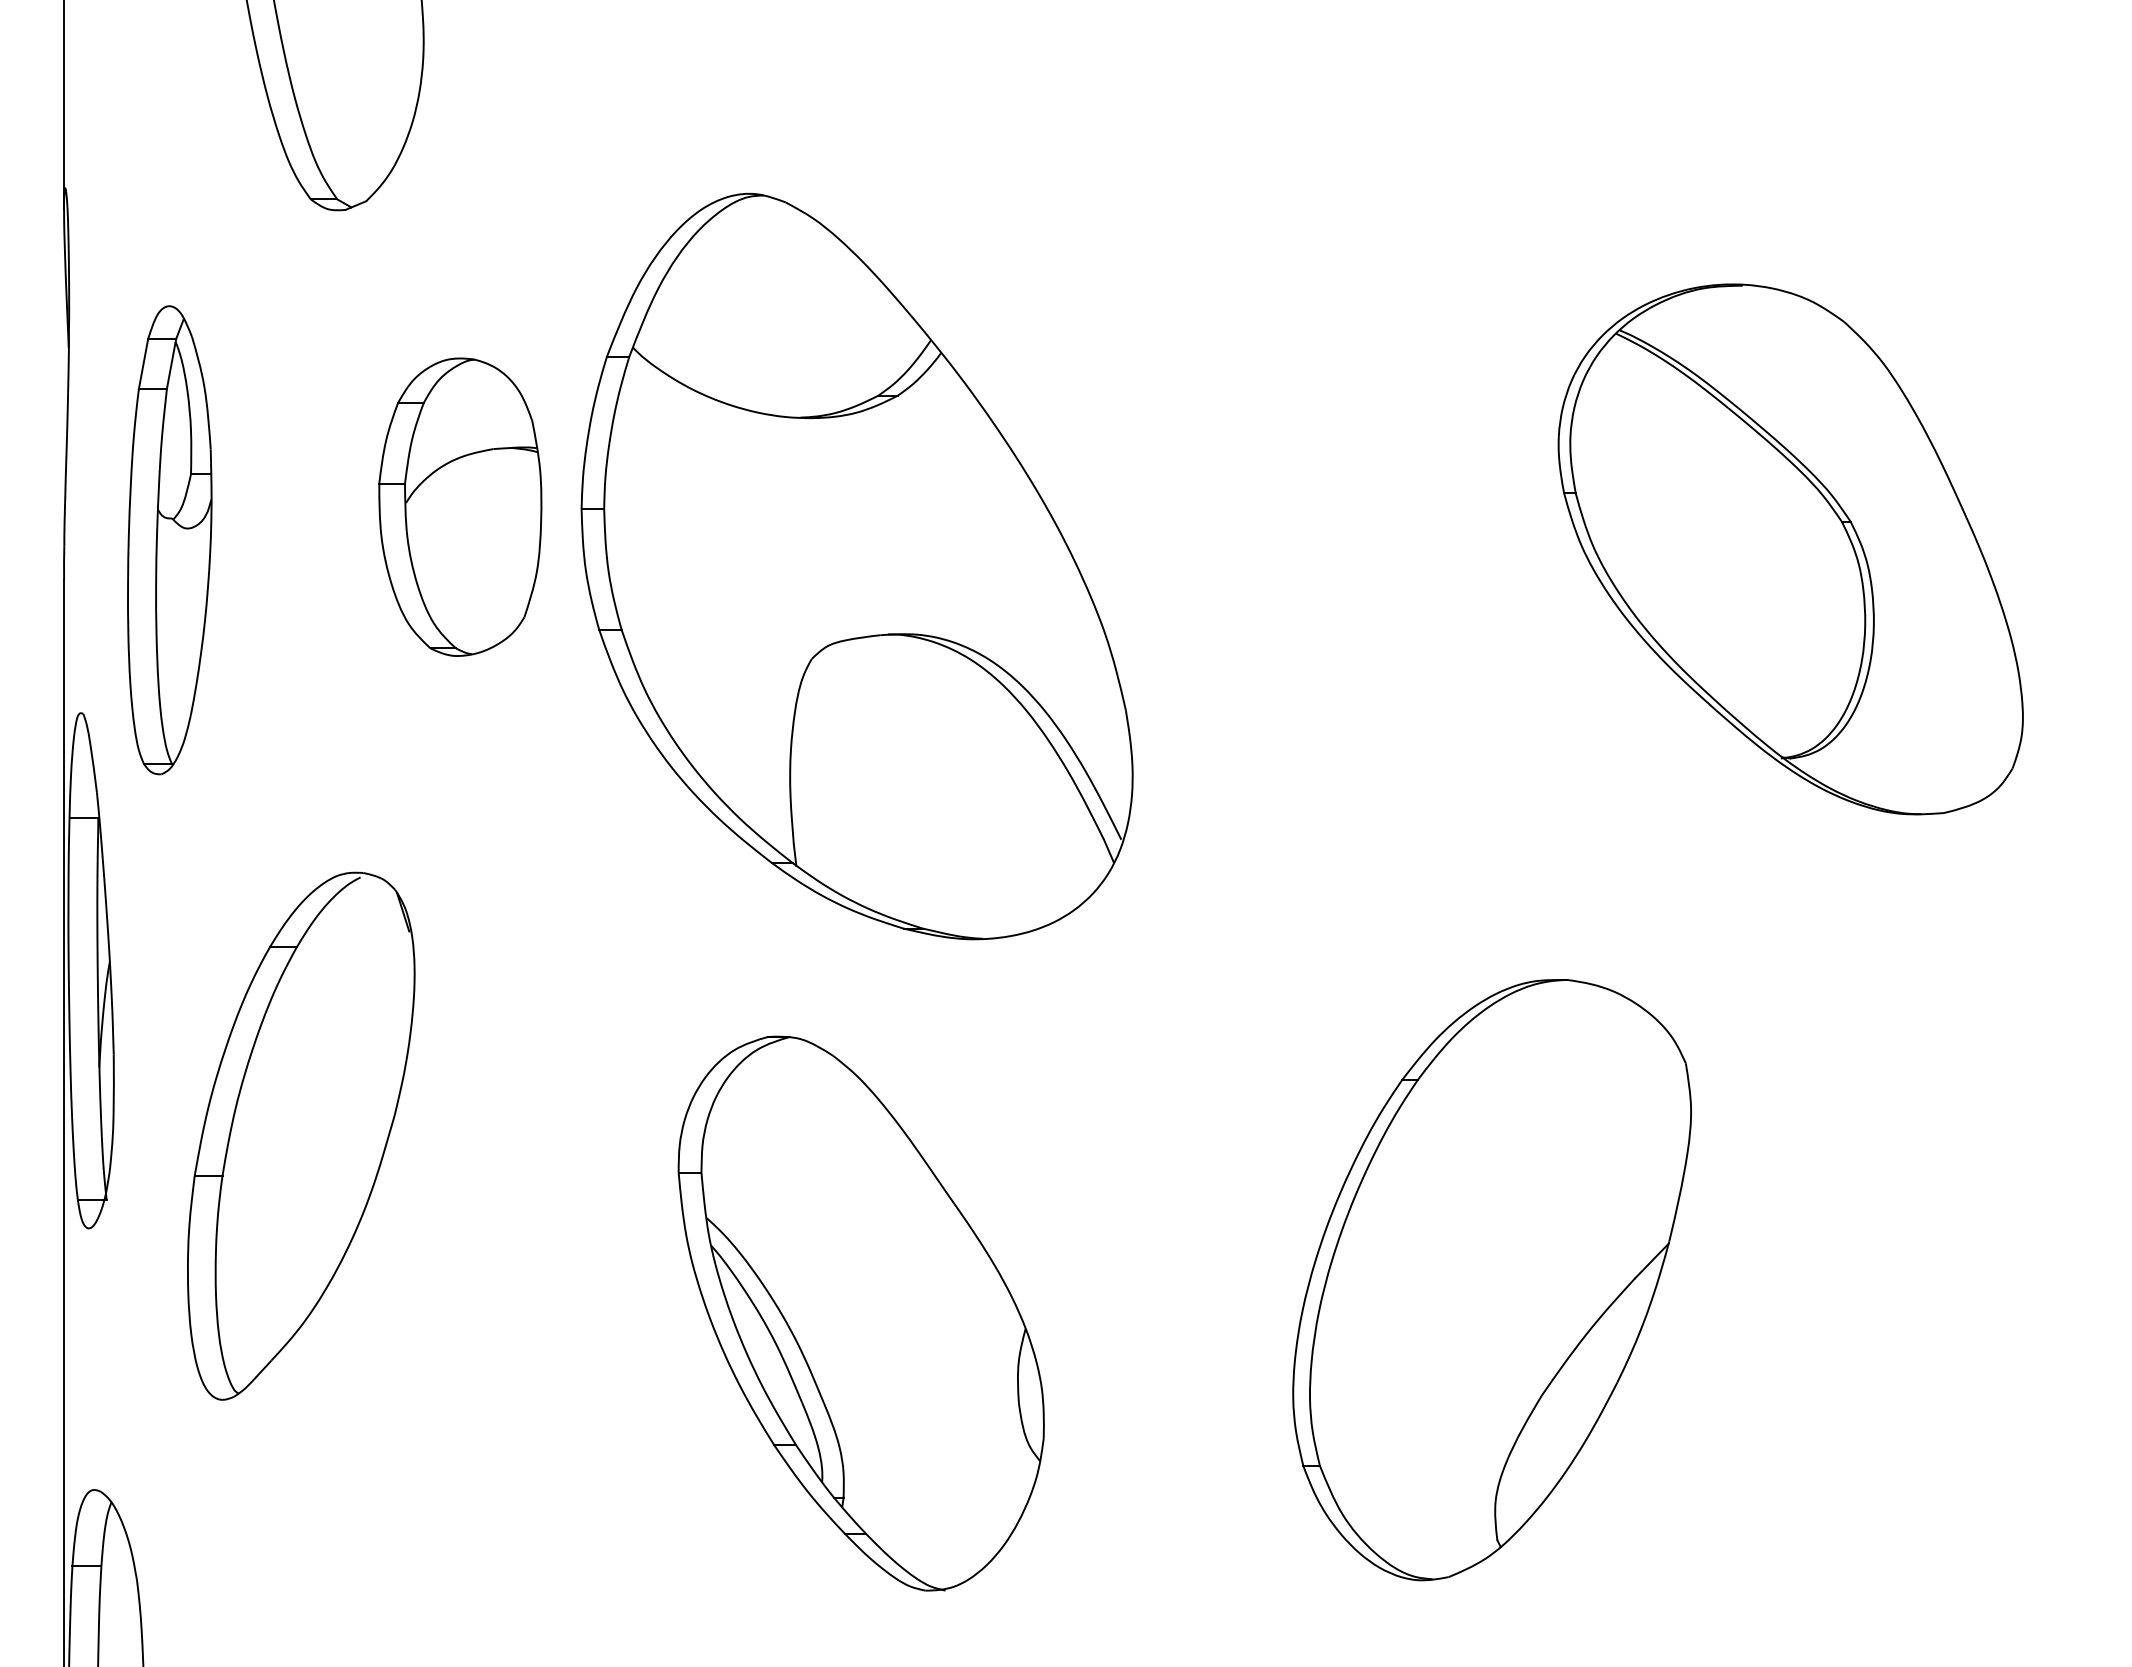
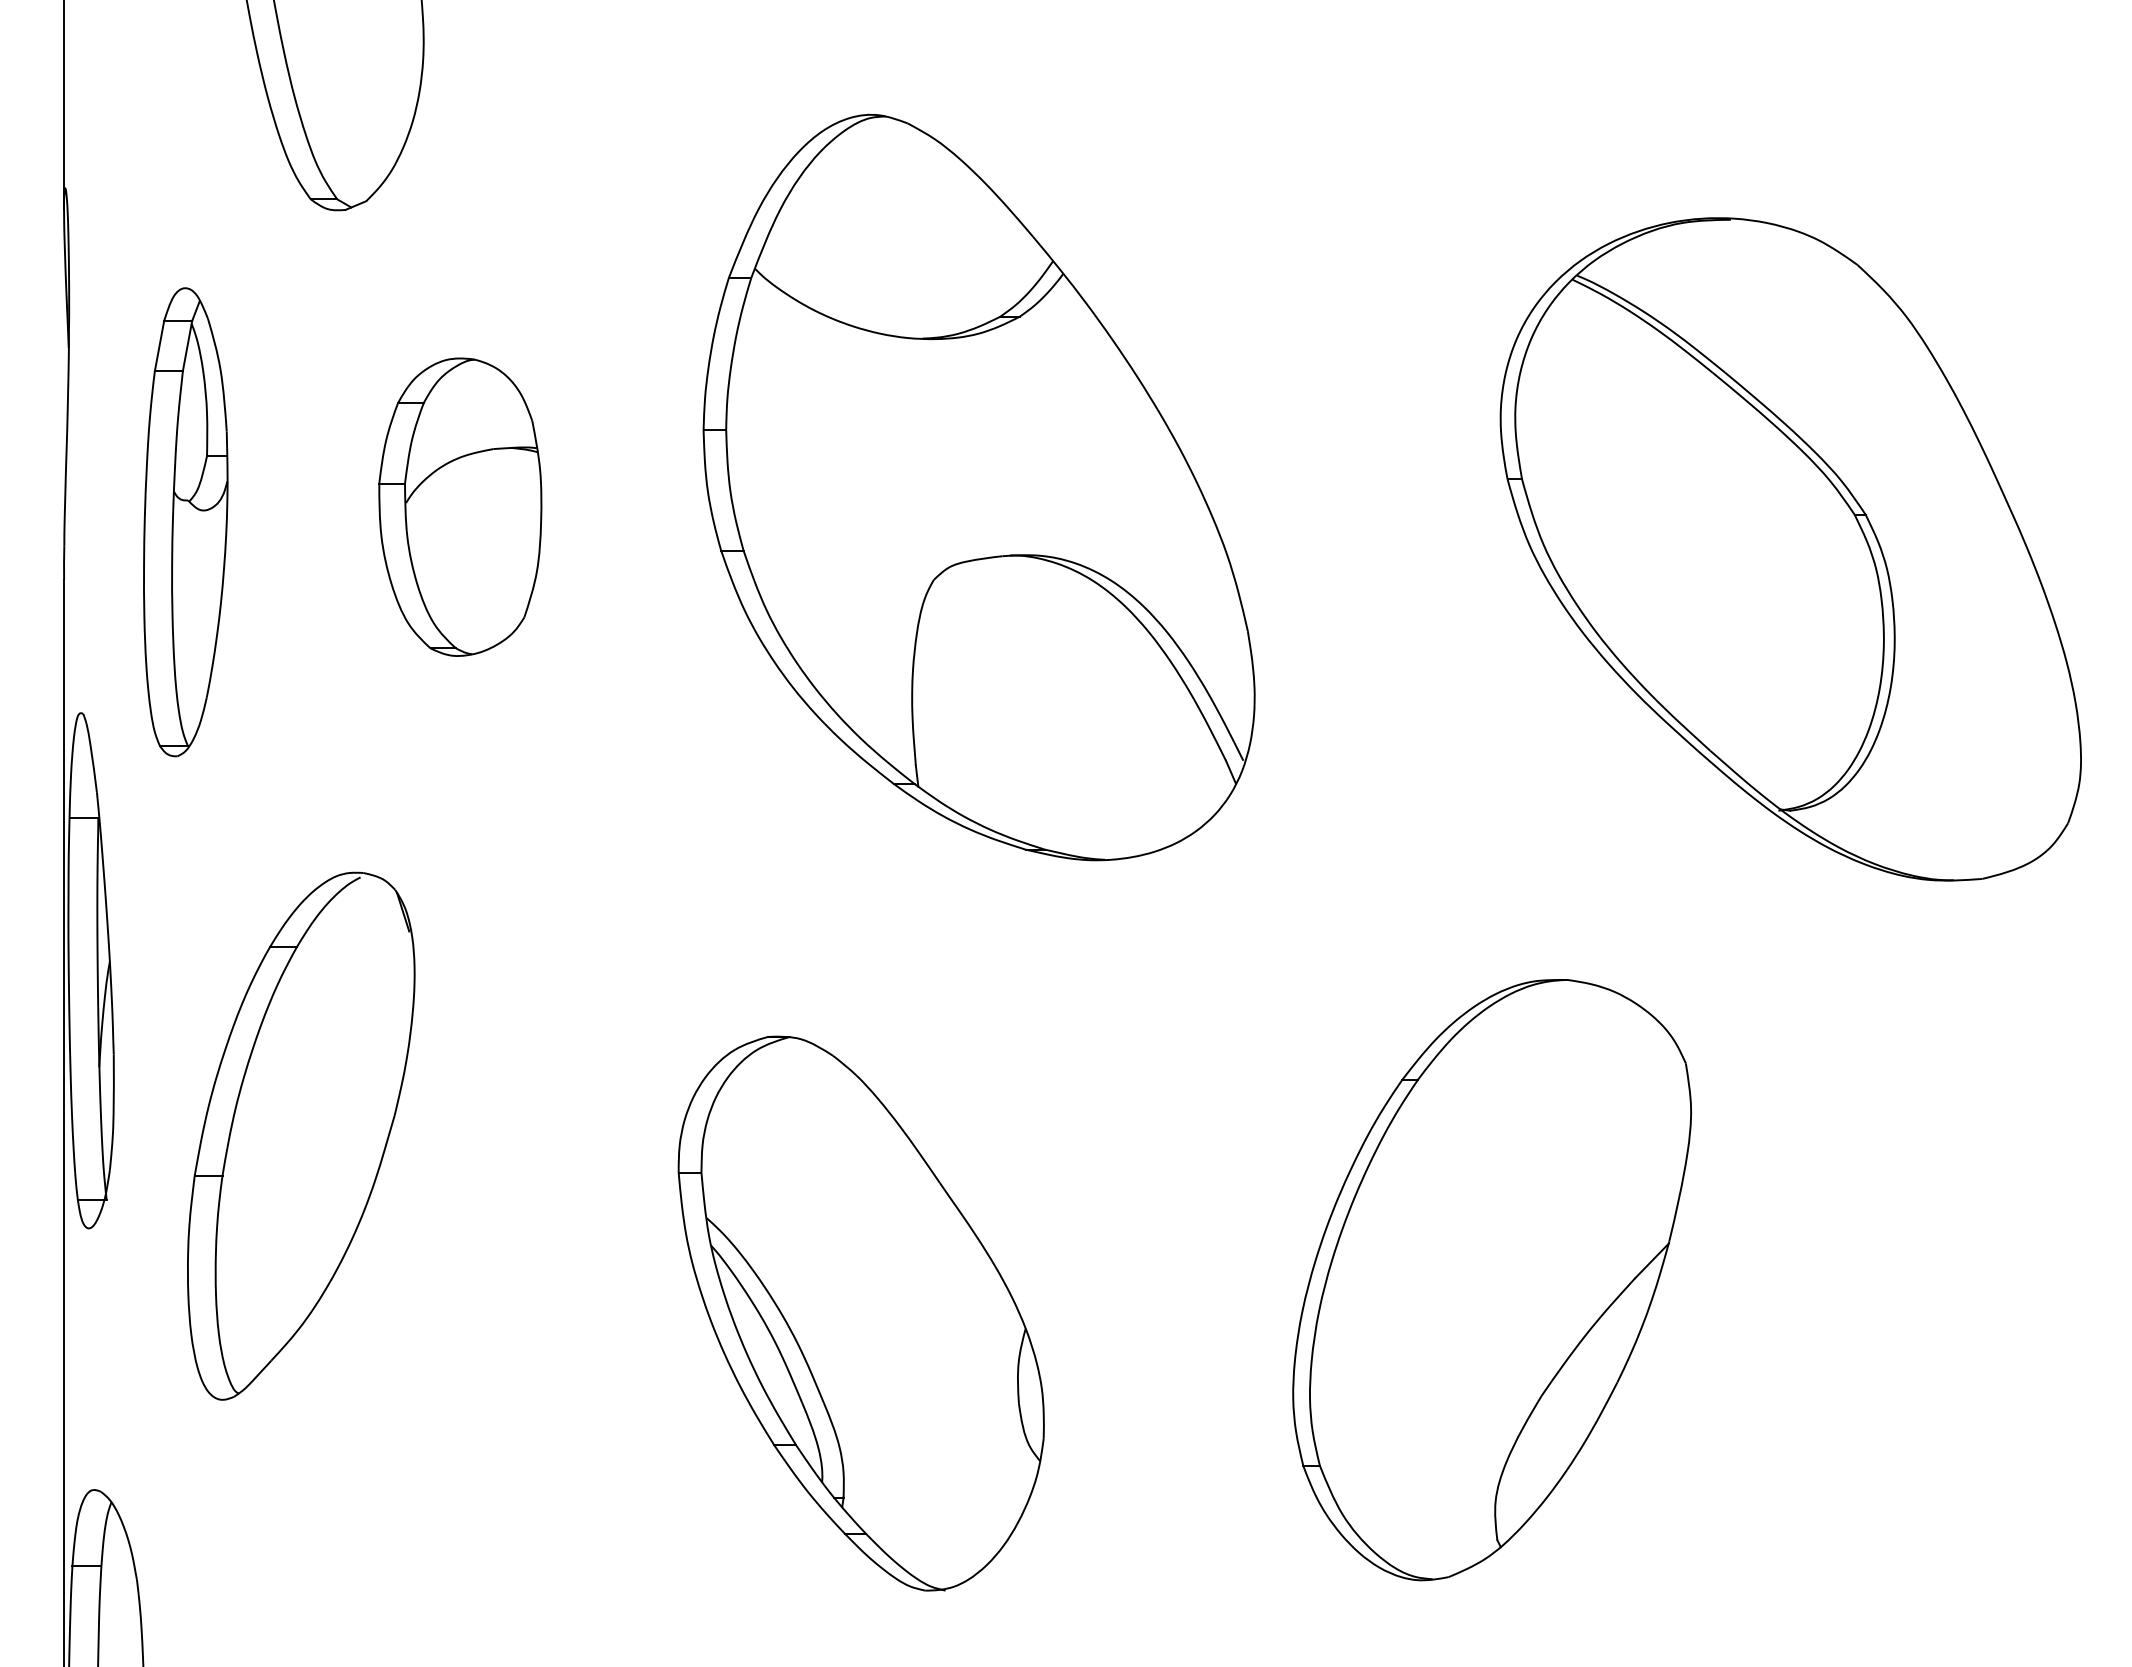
part at (169, 540) position: (169, 540) -> (185, 522)
part at (1790, 549) size: 467x533 px -> 583x665 px
part at (856, 566) position: (856, 566) -> (978, 487)
